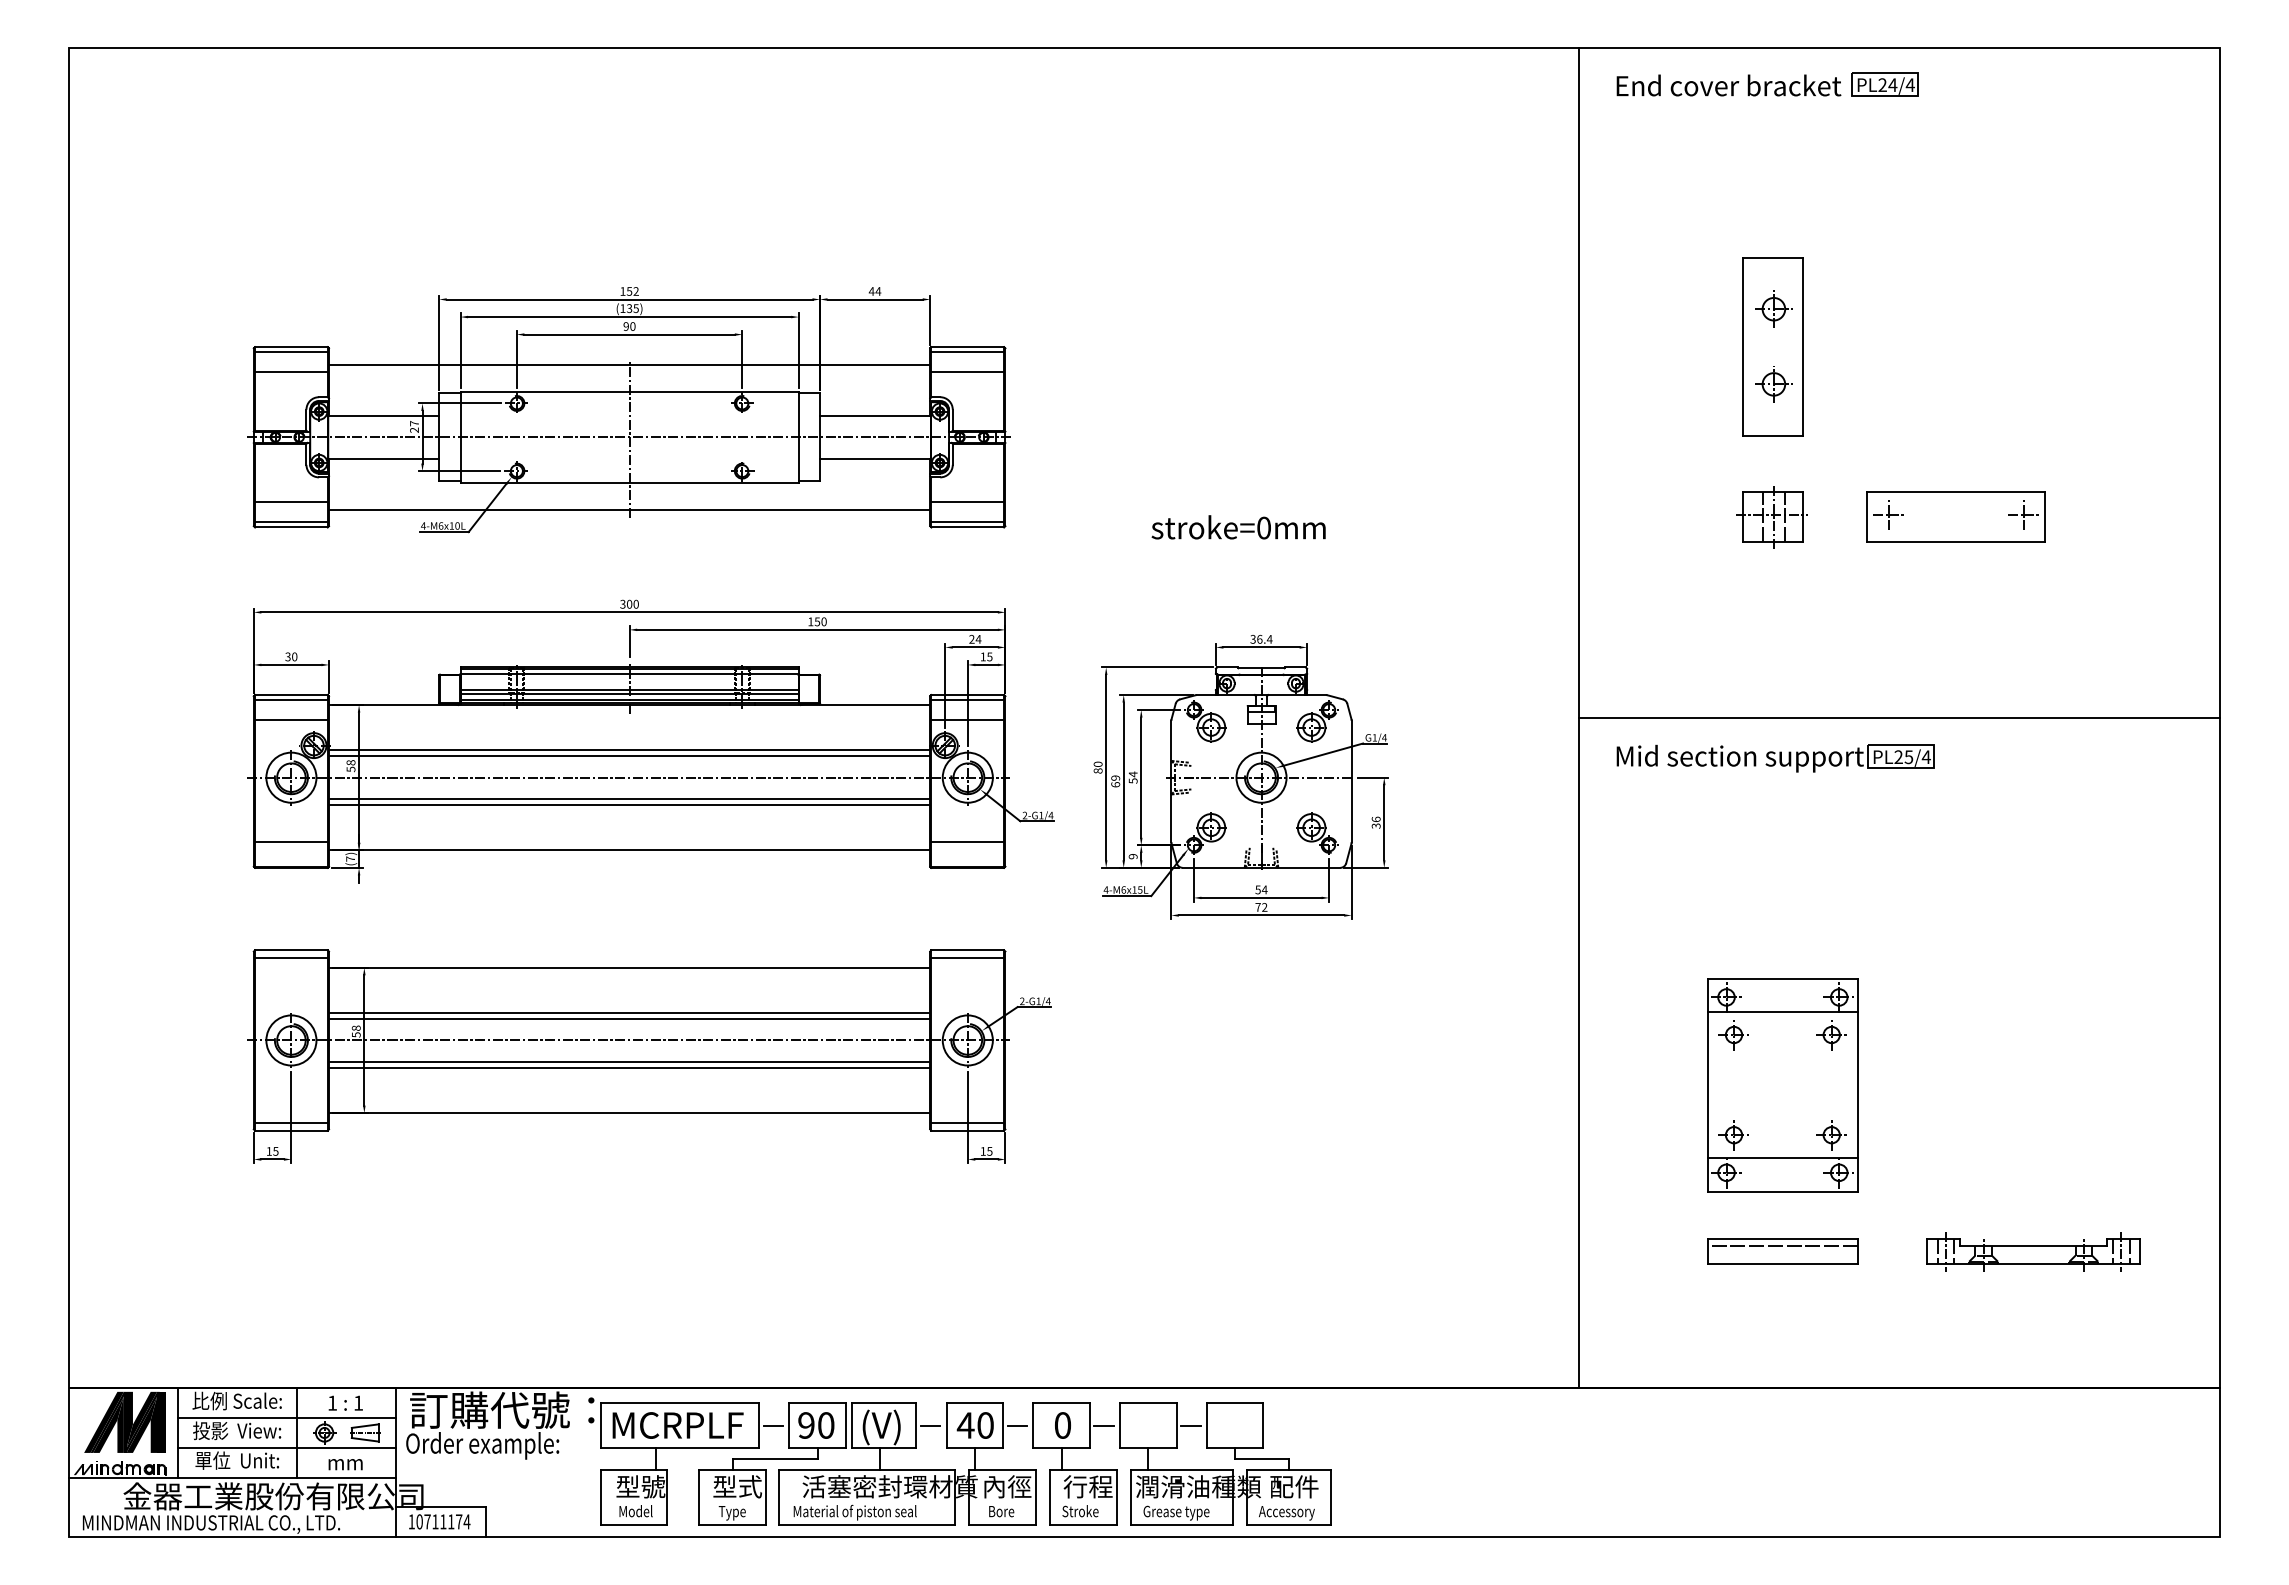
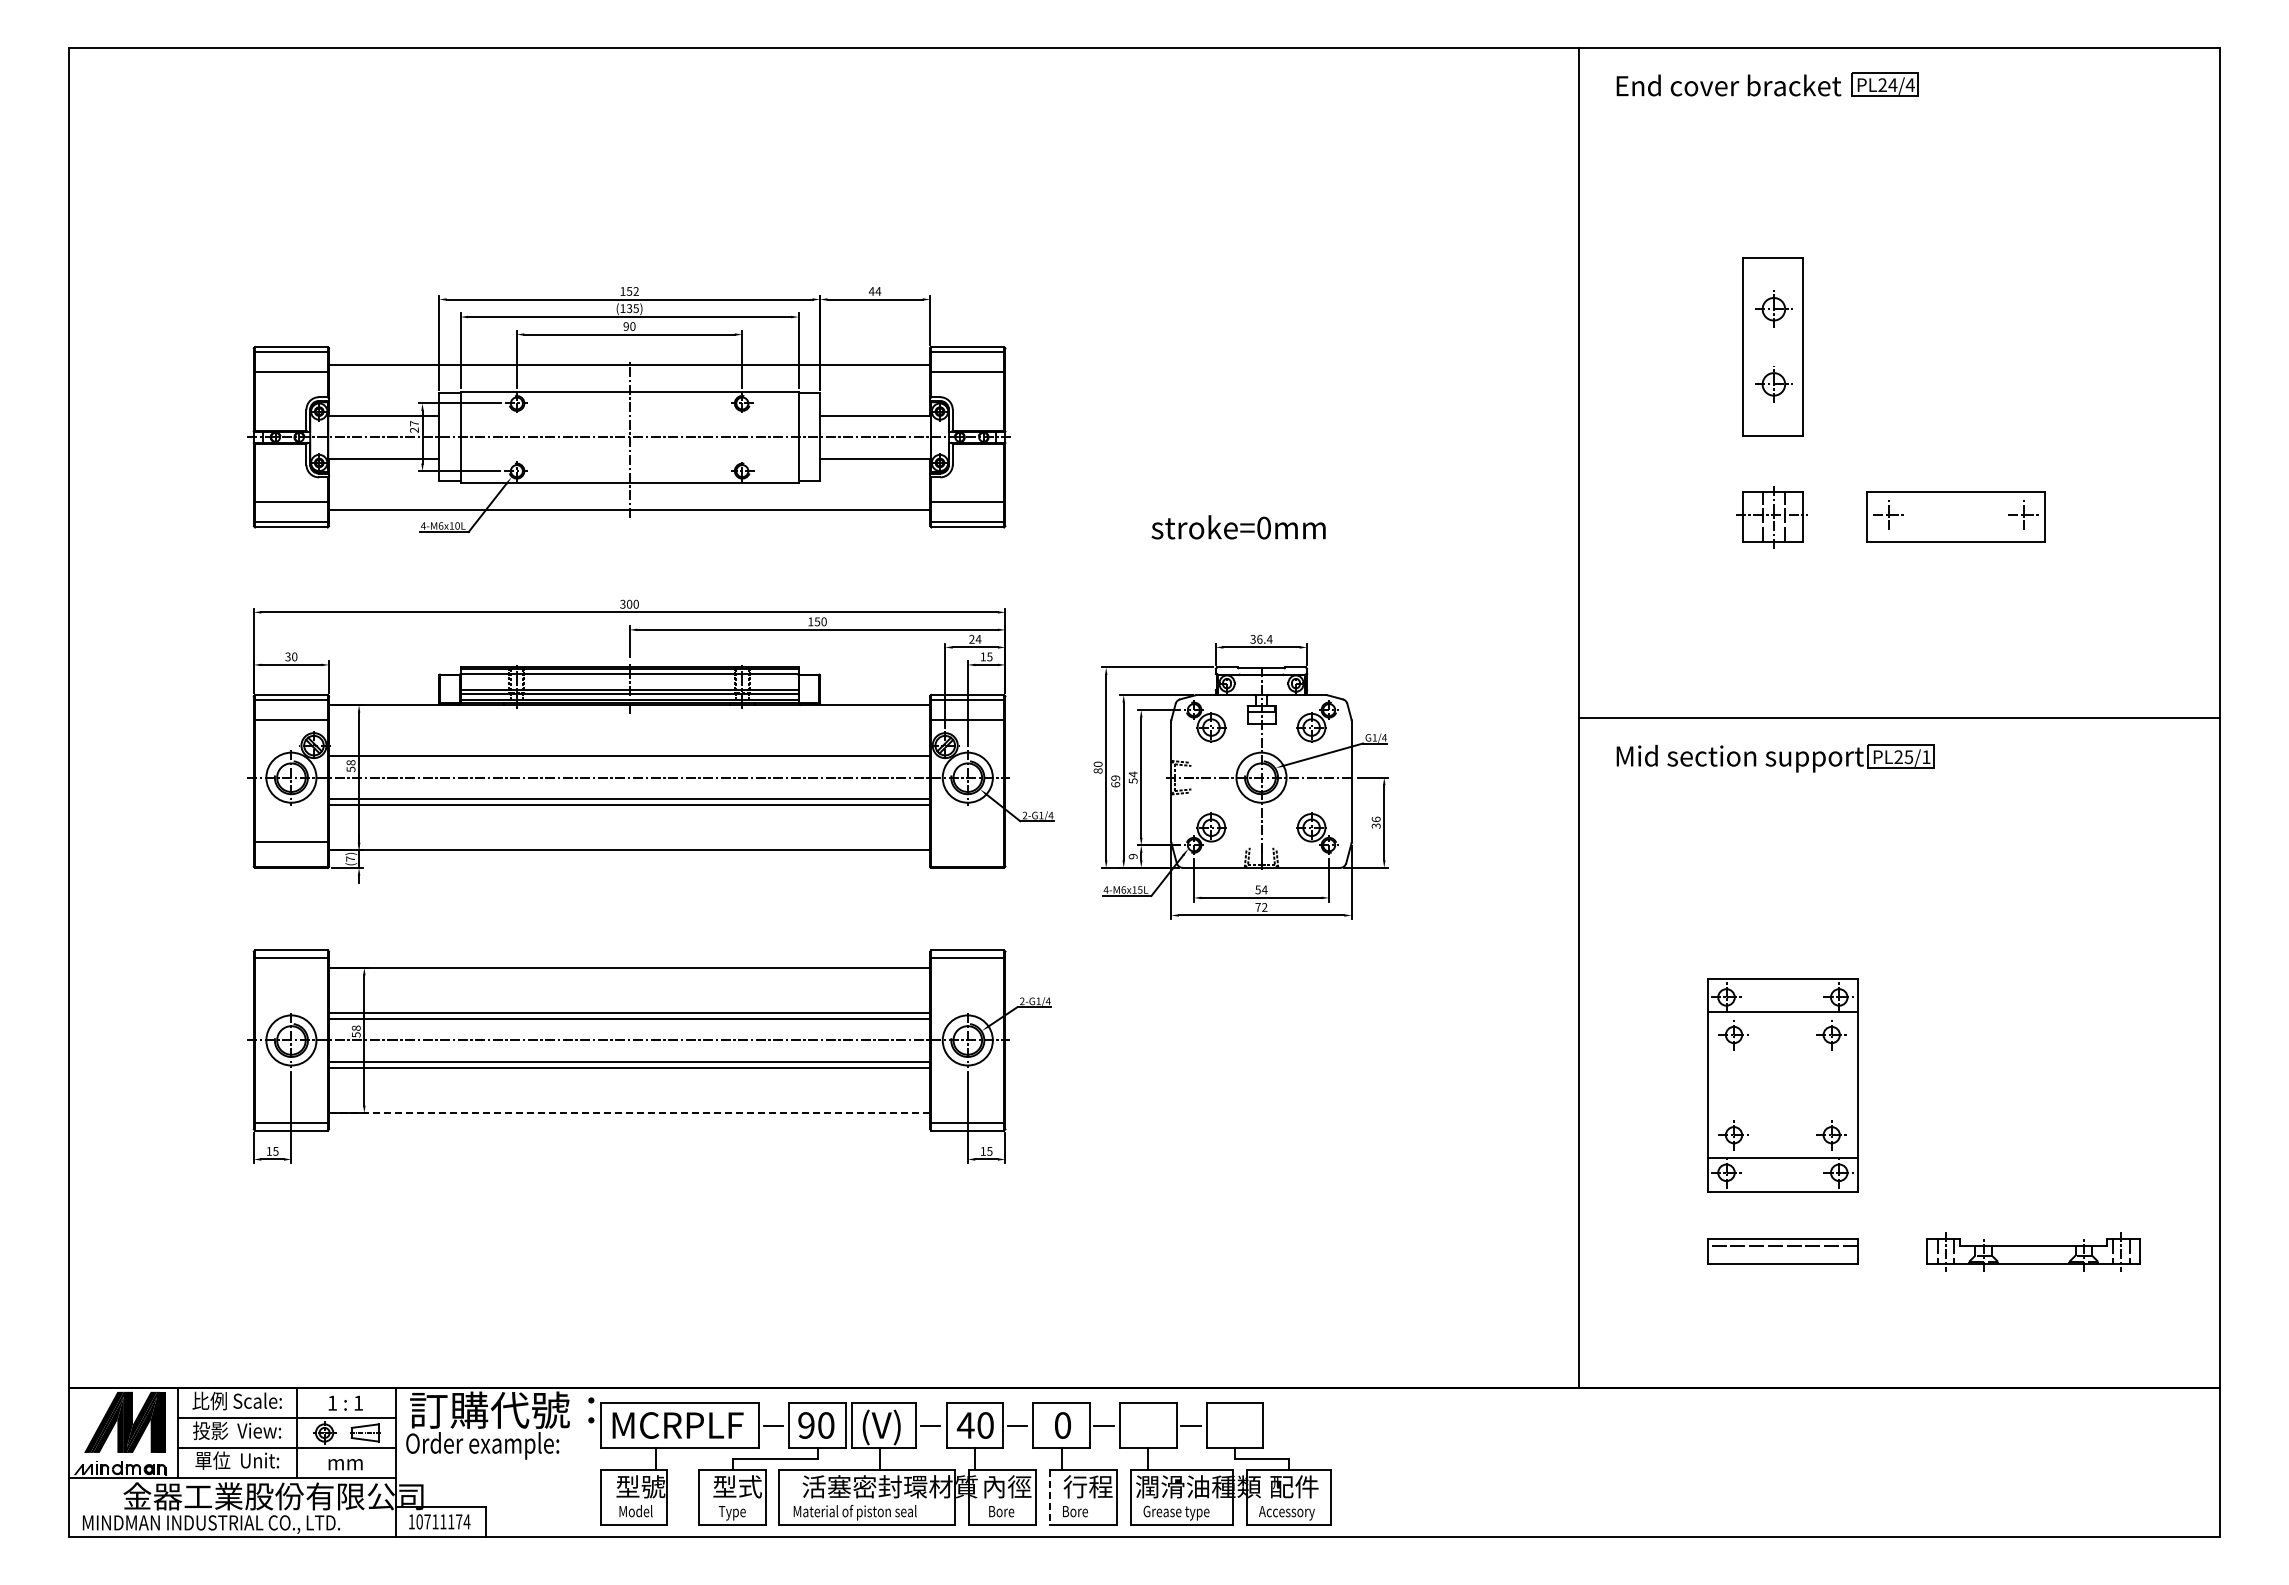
line at (629, 750): present -> none
text at (1925, 756): PL25/4 -> PL25/1
line at (967, 842): present -> none
line at (629, 1113): solid -> dashed
line at (1049, 1498): solid -> dashed
text at (1080, 1511): Stroke -> Bore
